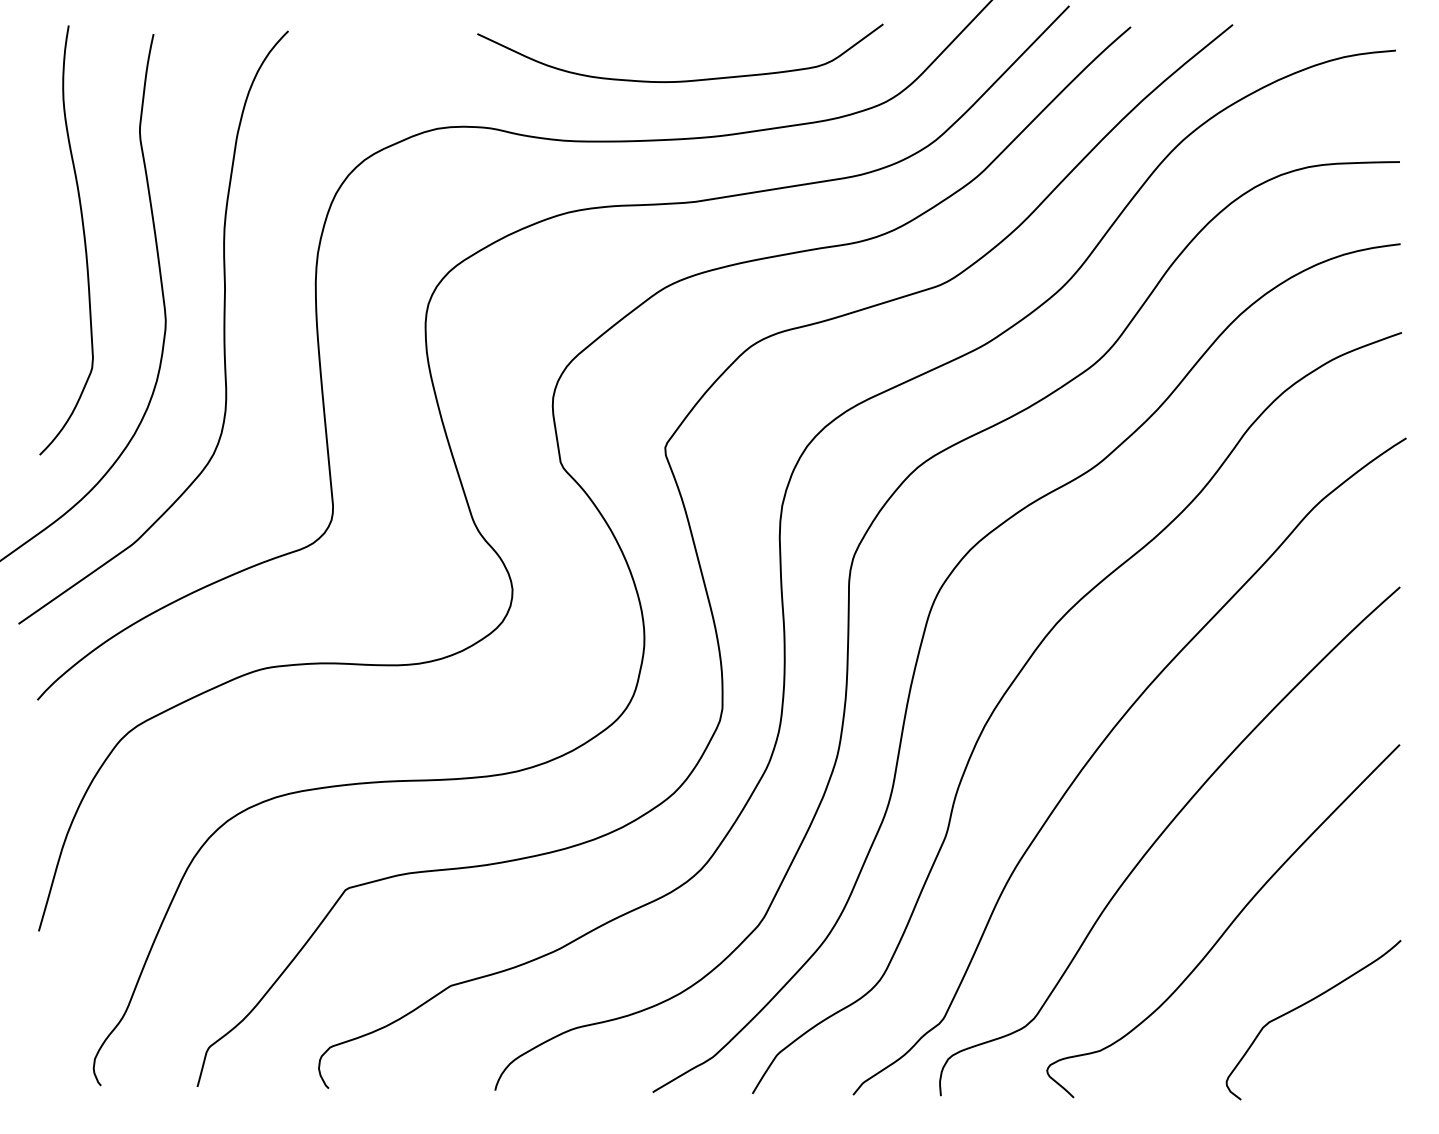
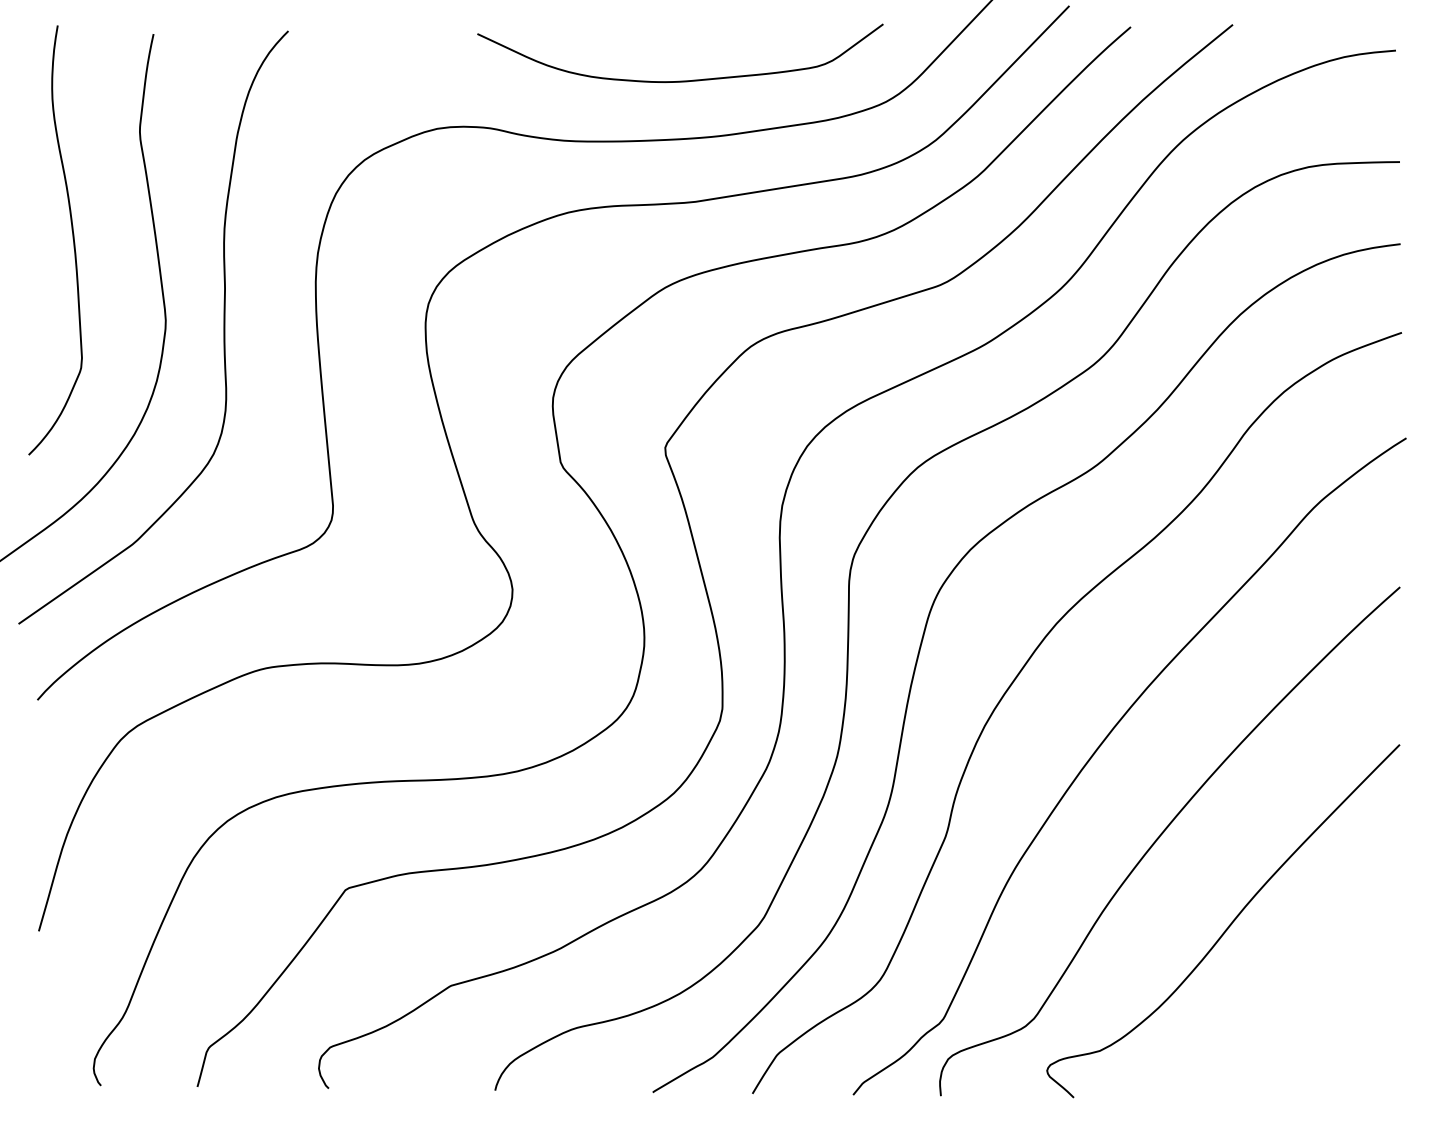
curve at (83, 238) position: (83, 238) -> (72, 238)
curve at (1304, 1005): present -> none
